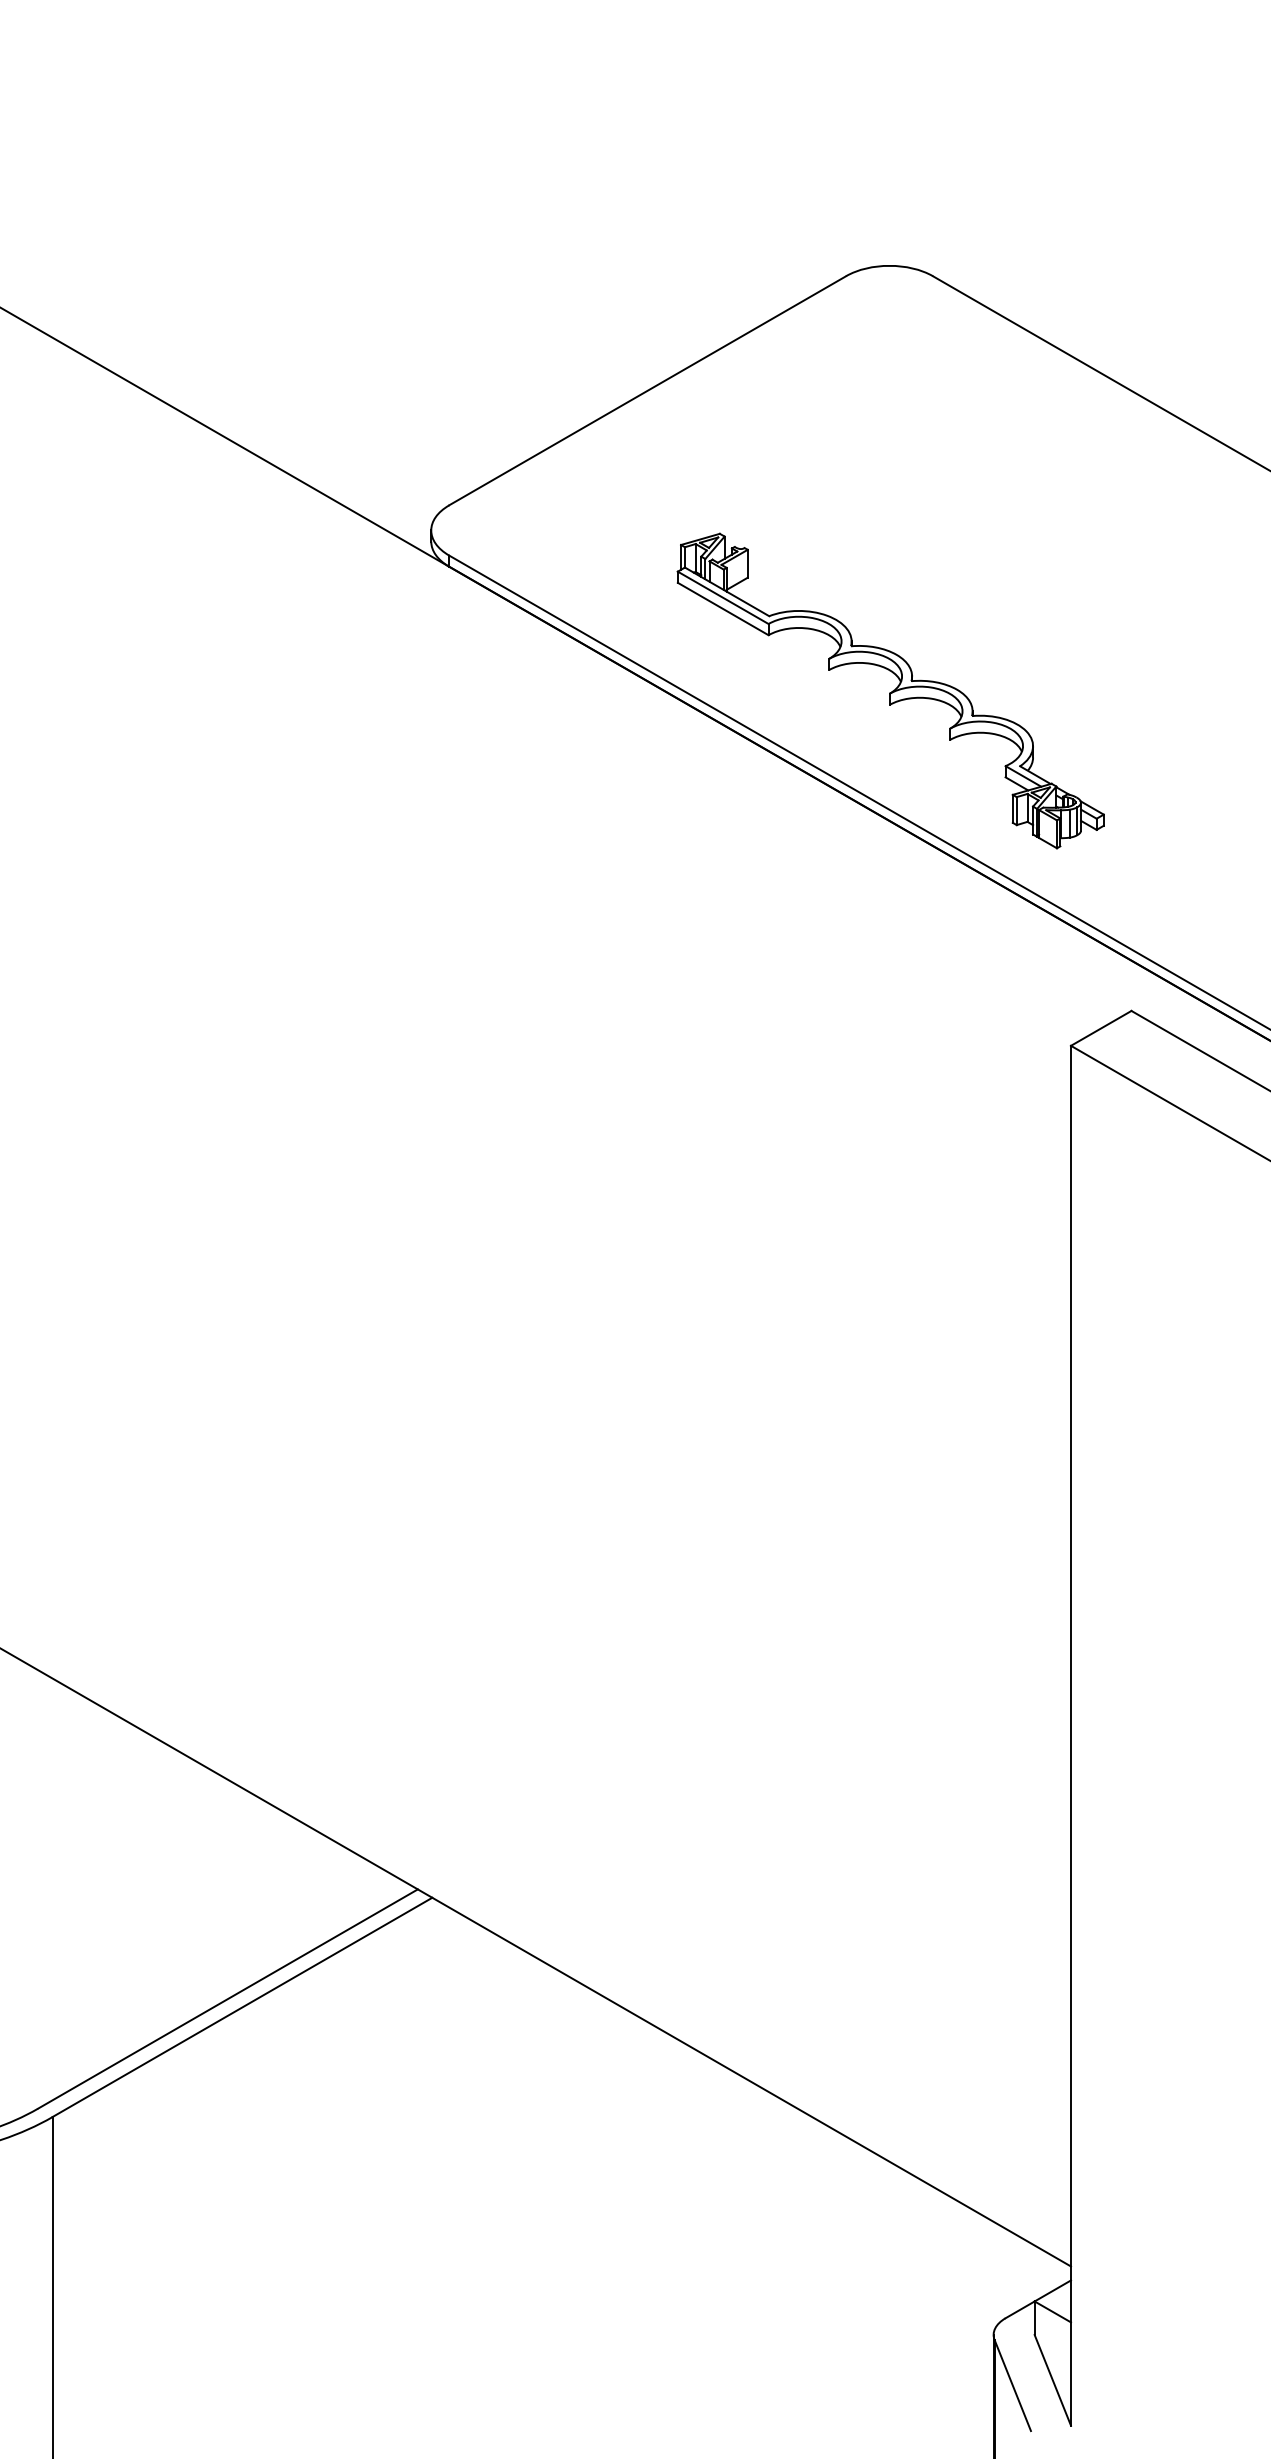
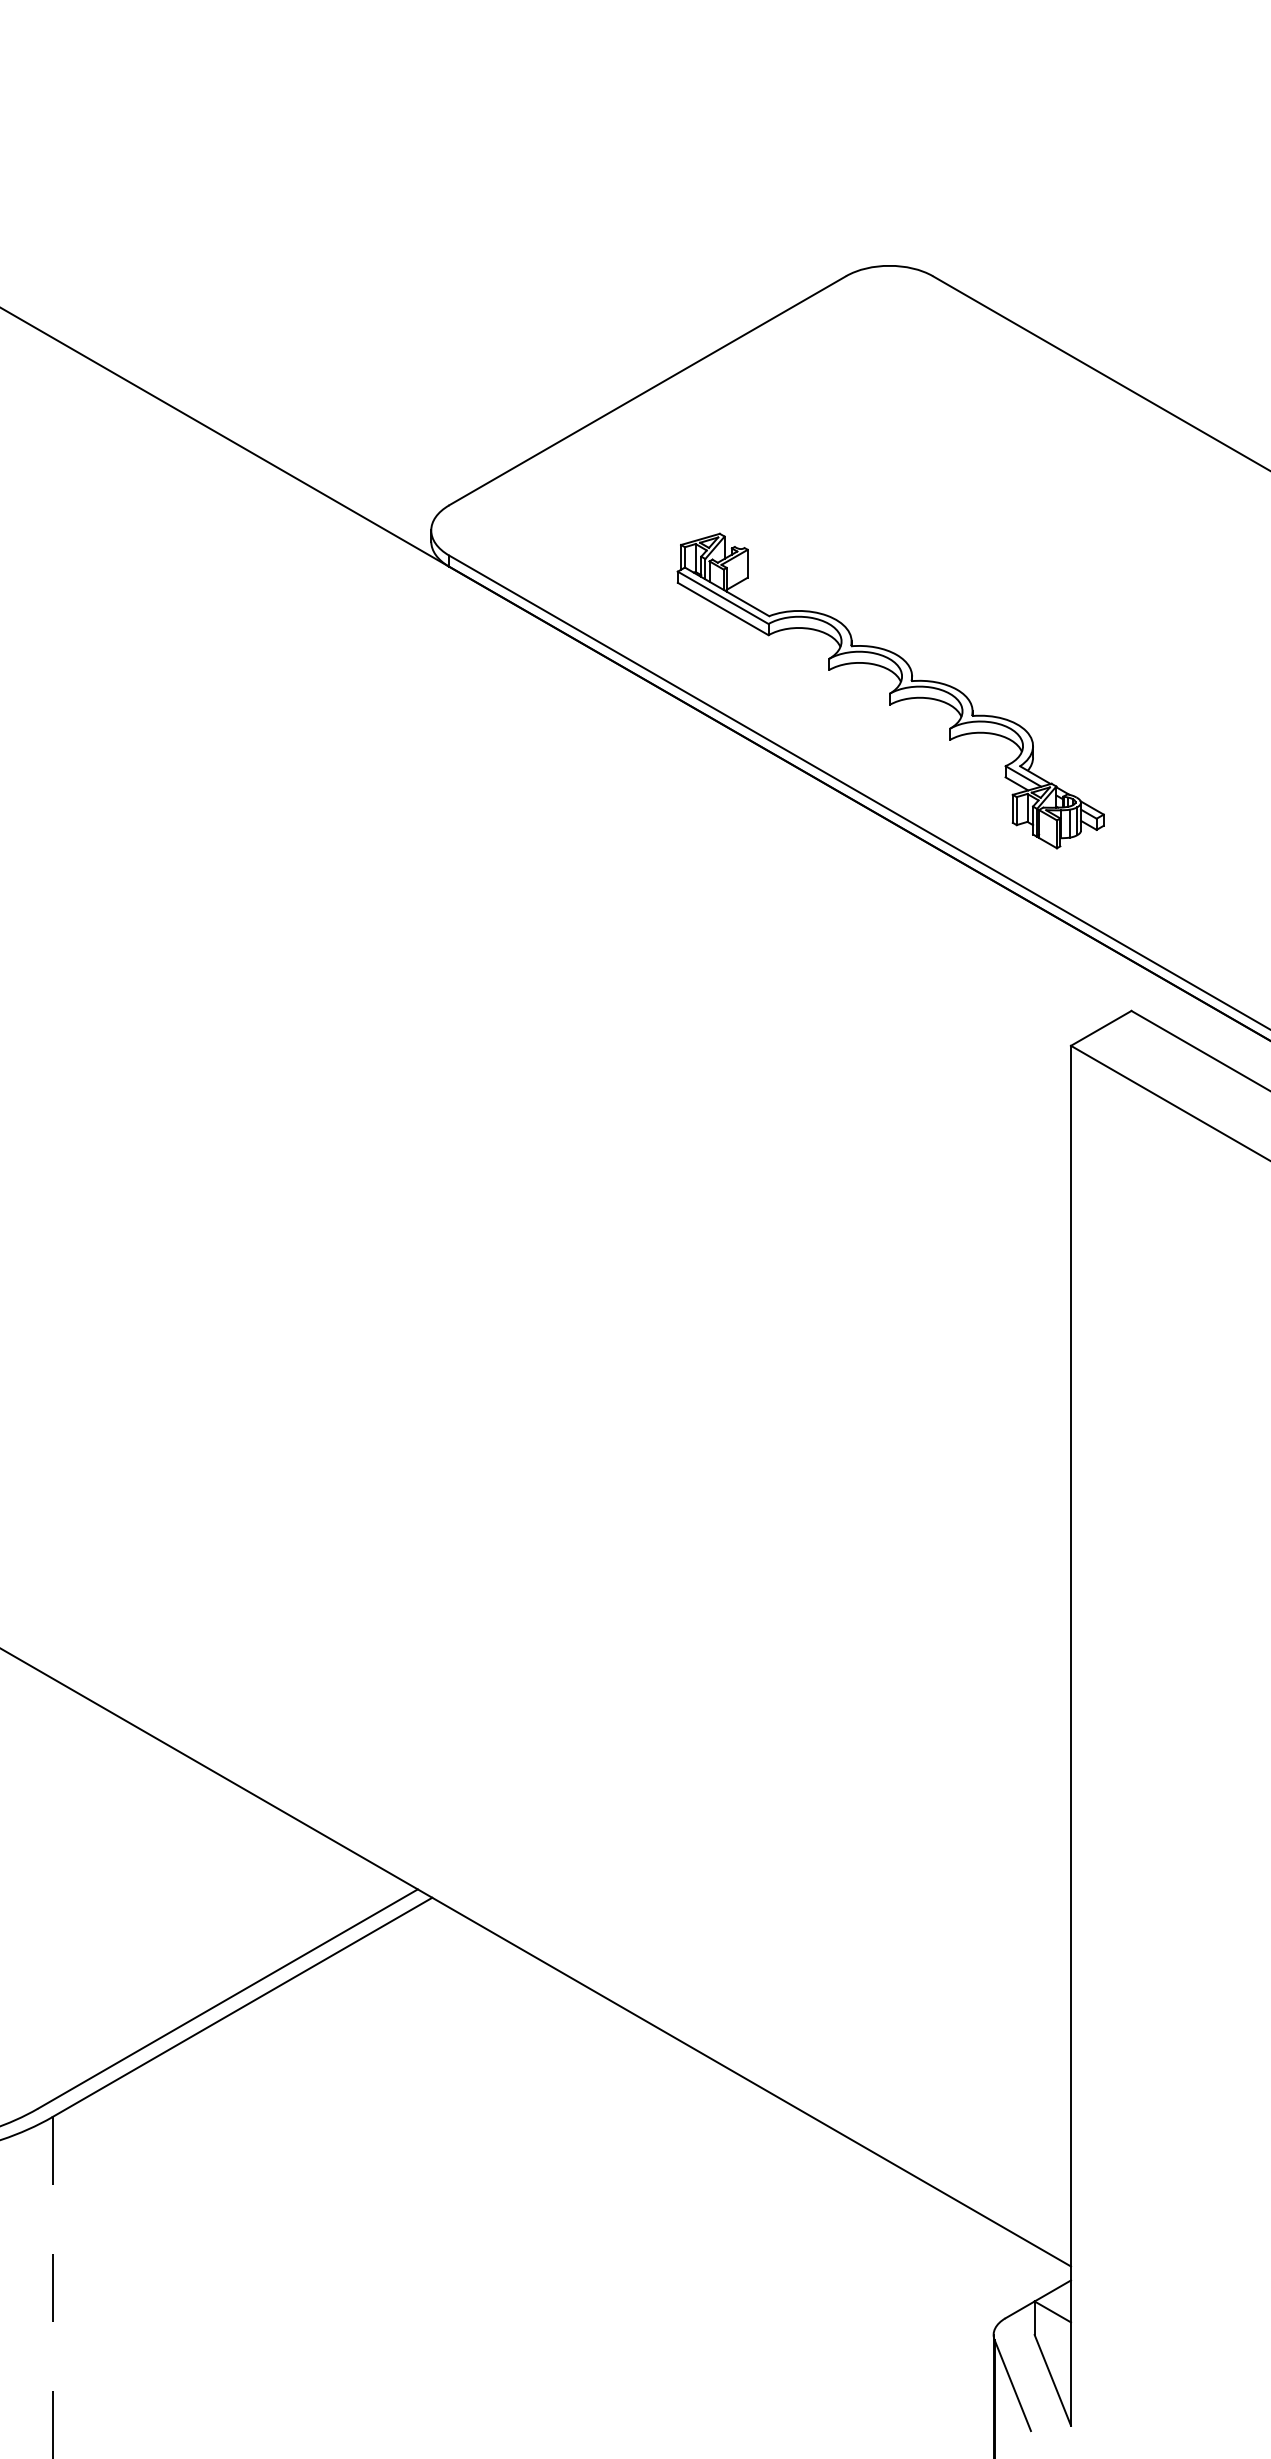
line at (52, 2287): solid -> dashed
